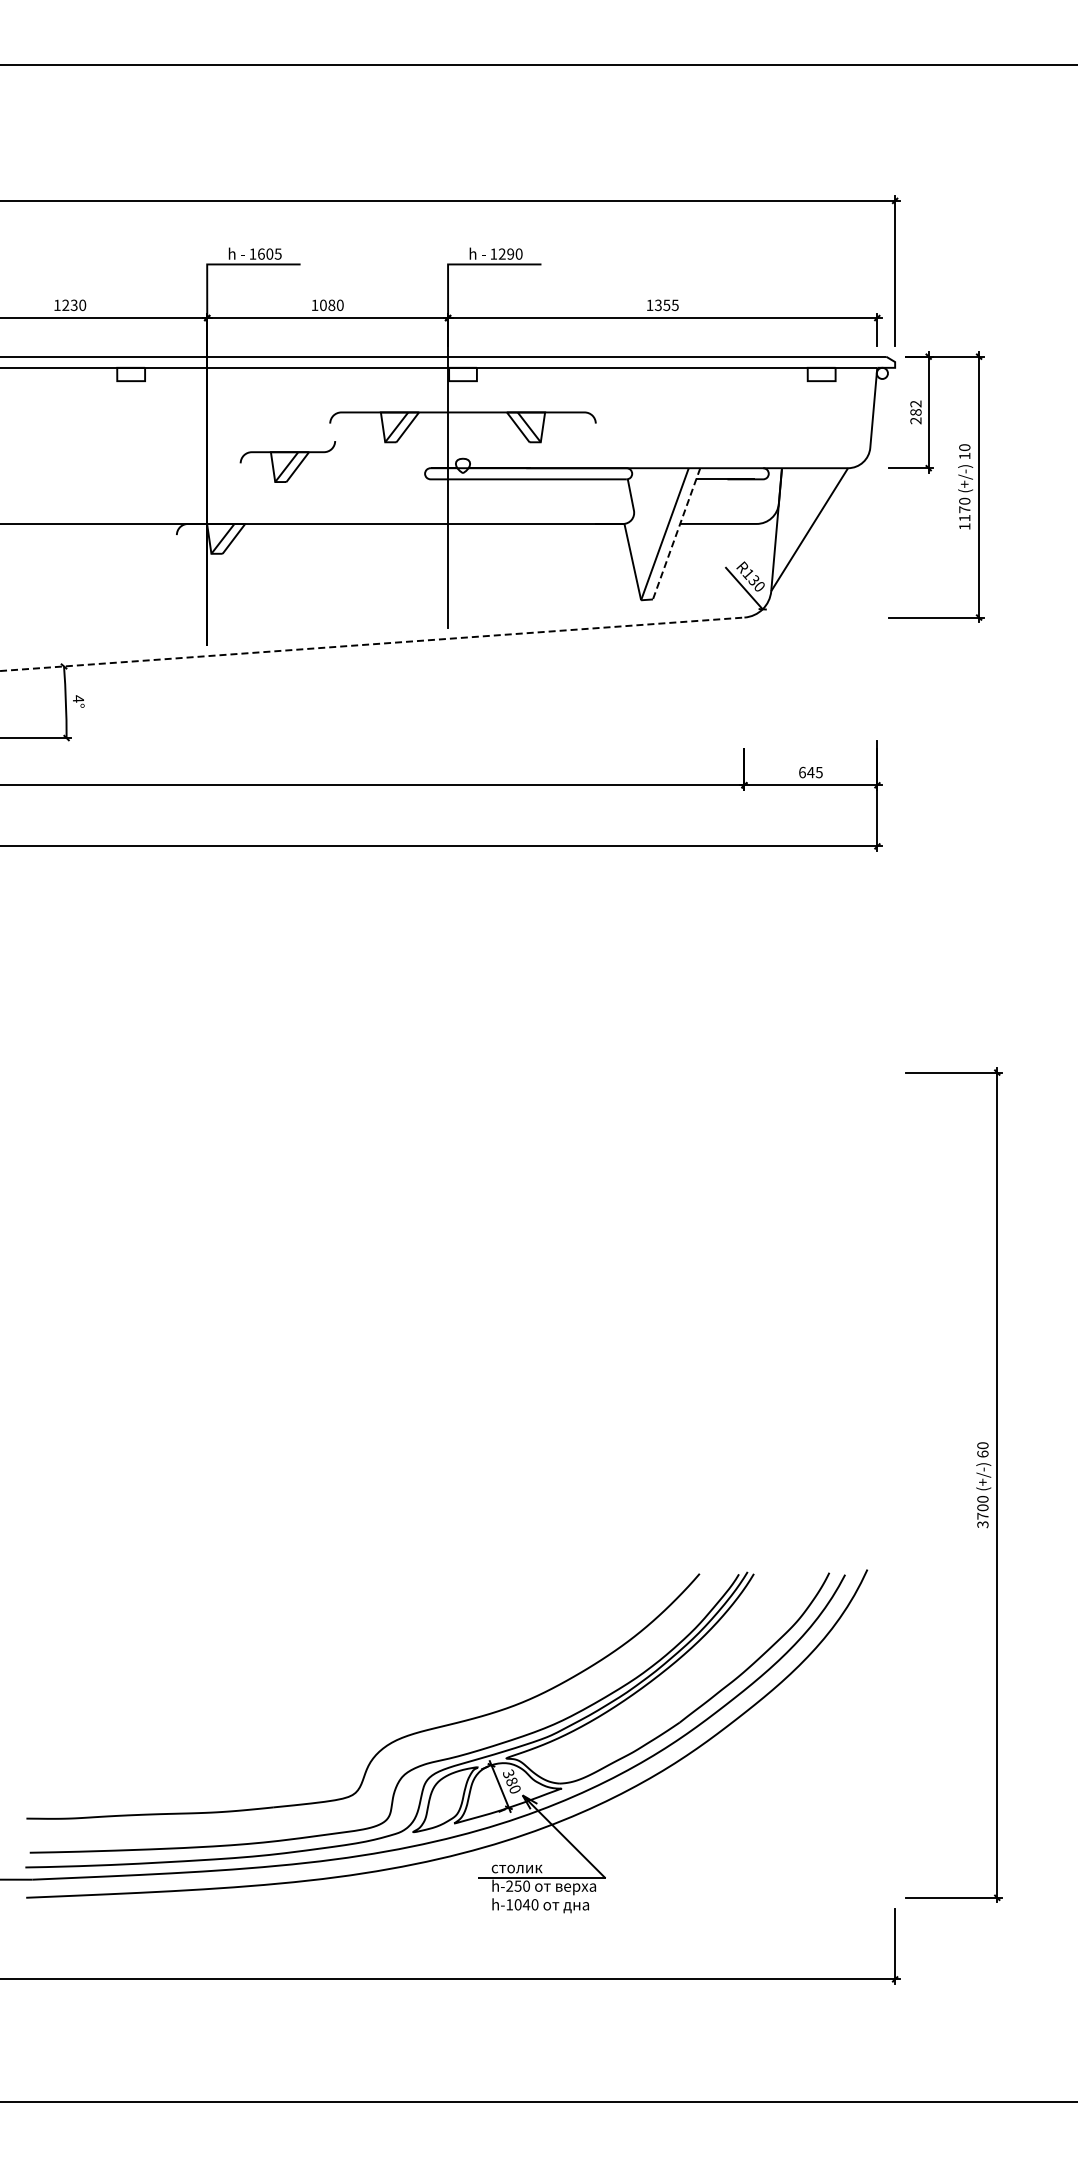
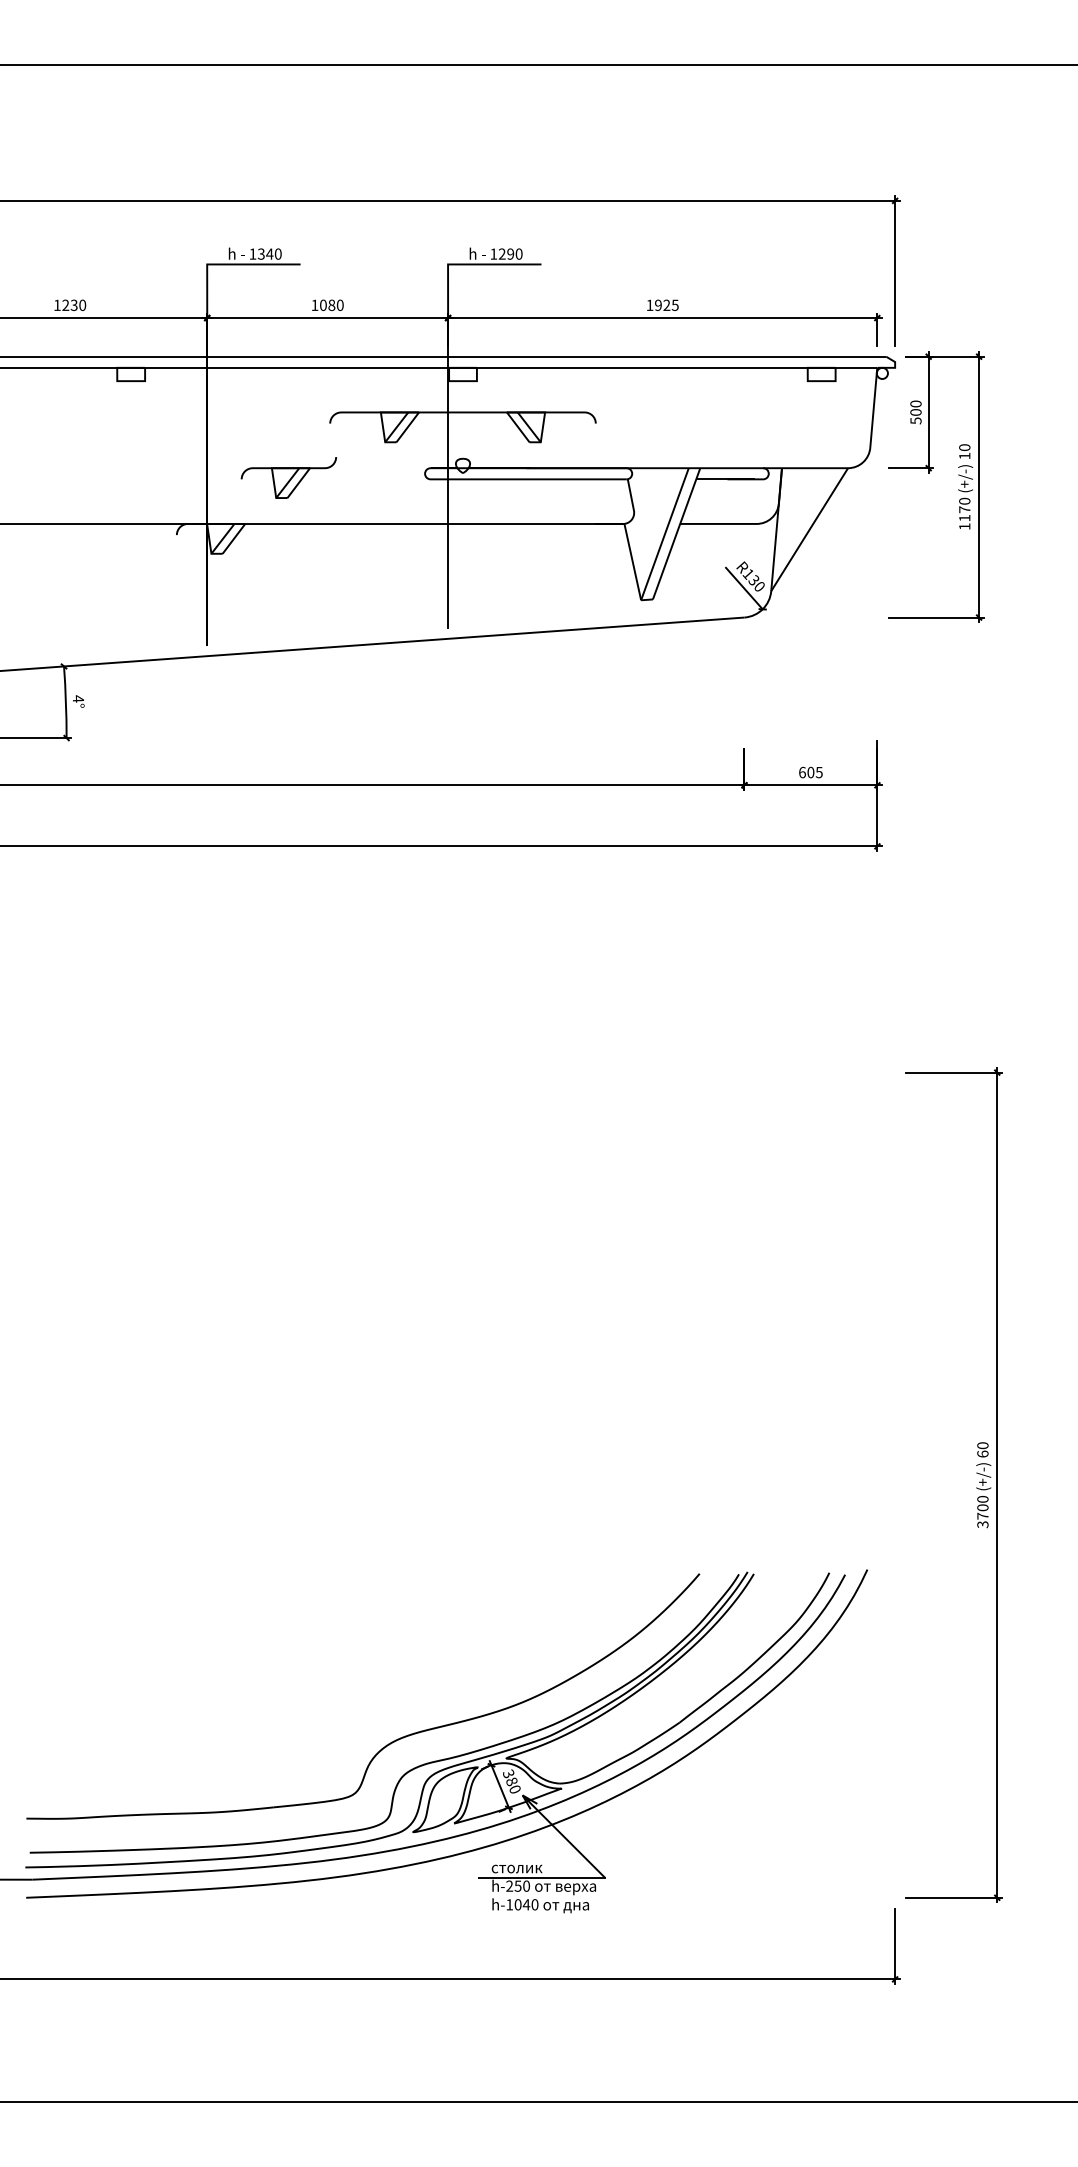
text at (269, 253): 1605 -> 1340
text at (662, 305): 1355 -> 1925
text at (915, 412): 282 -> 500
part at (287, 461) position: (287, 461) -> (288, 477)
line at (676, 533): dashed -> solid
line at (372, 644): dashed -> solid
text at (810, 772): 645 -> 605
